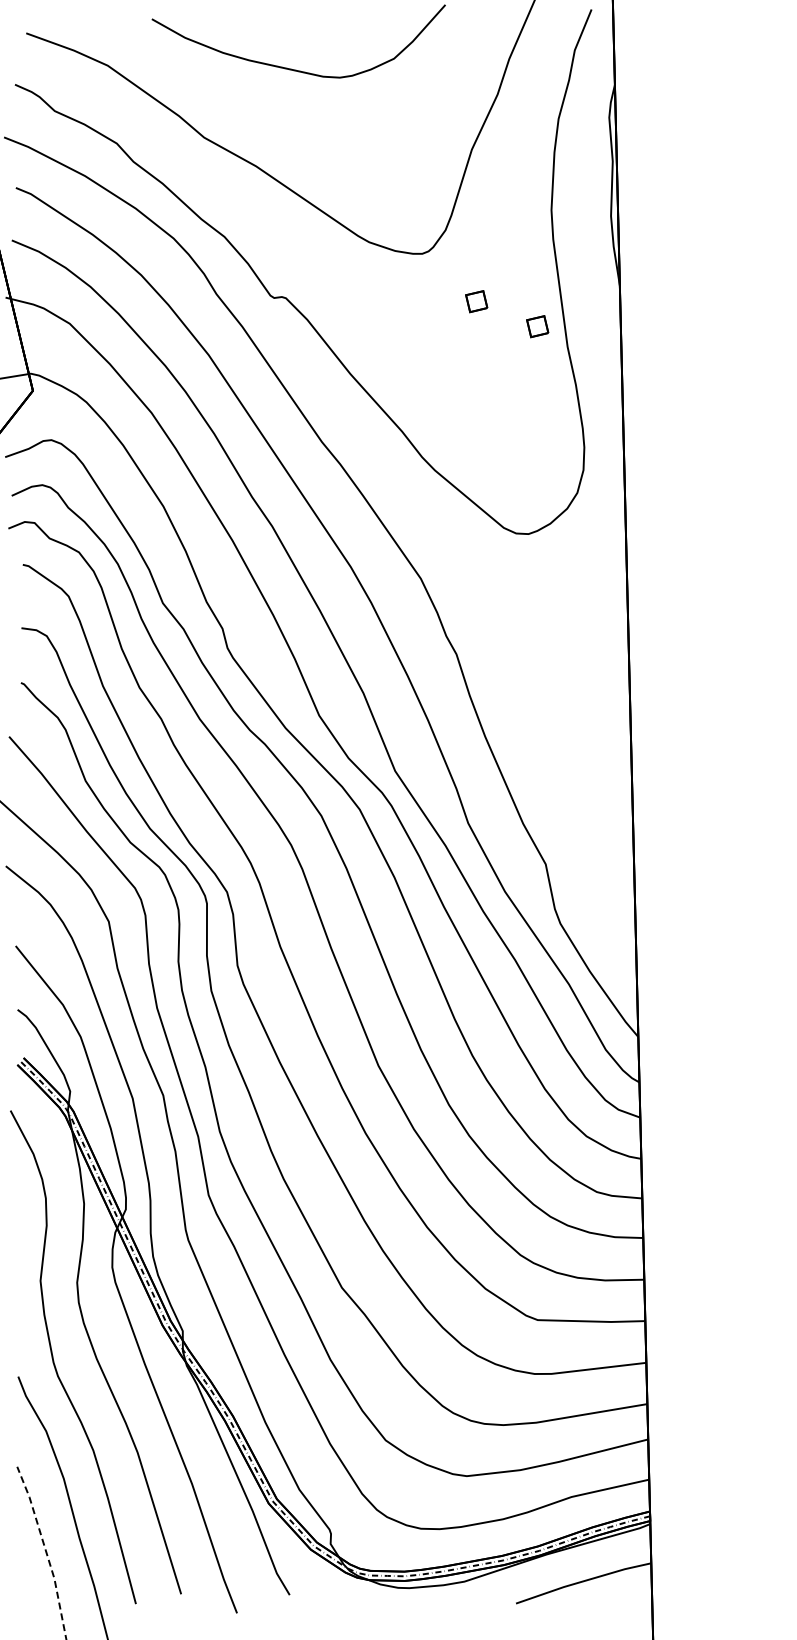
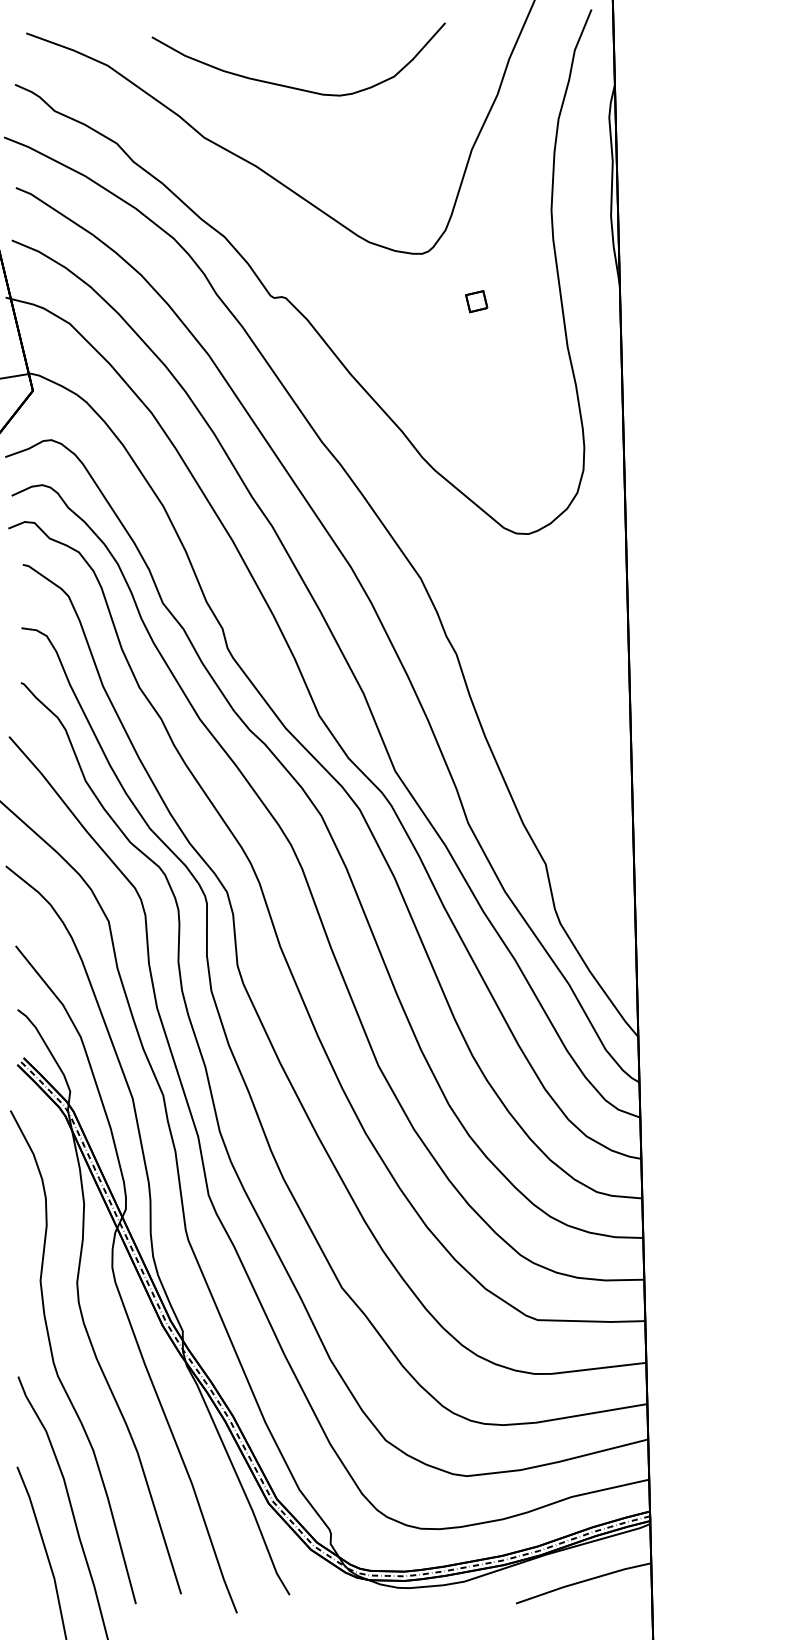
curve at (291, 68) position: (291, 68) -> (291, 86)
part at (537, 326): present -> none
line at (46, 1551): dashed -> solid
